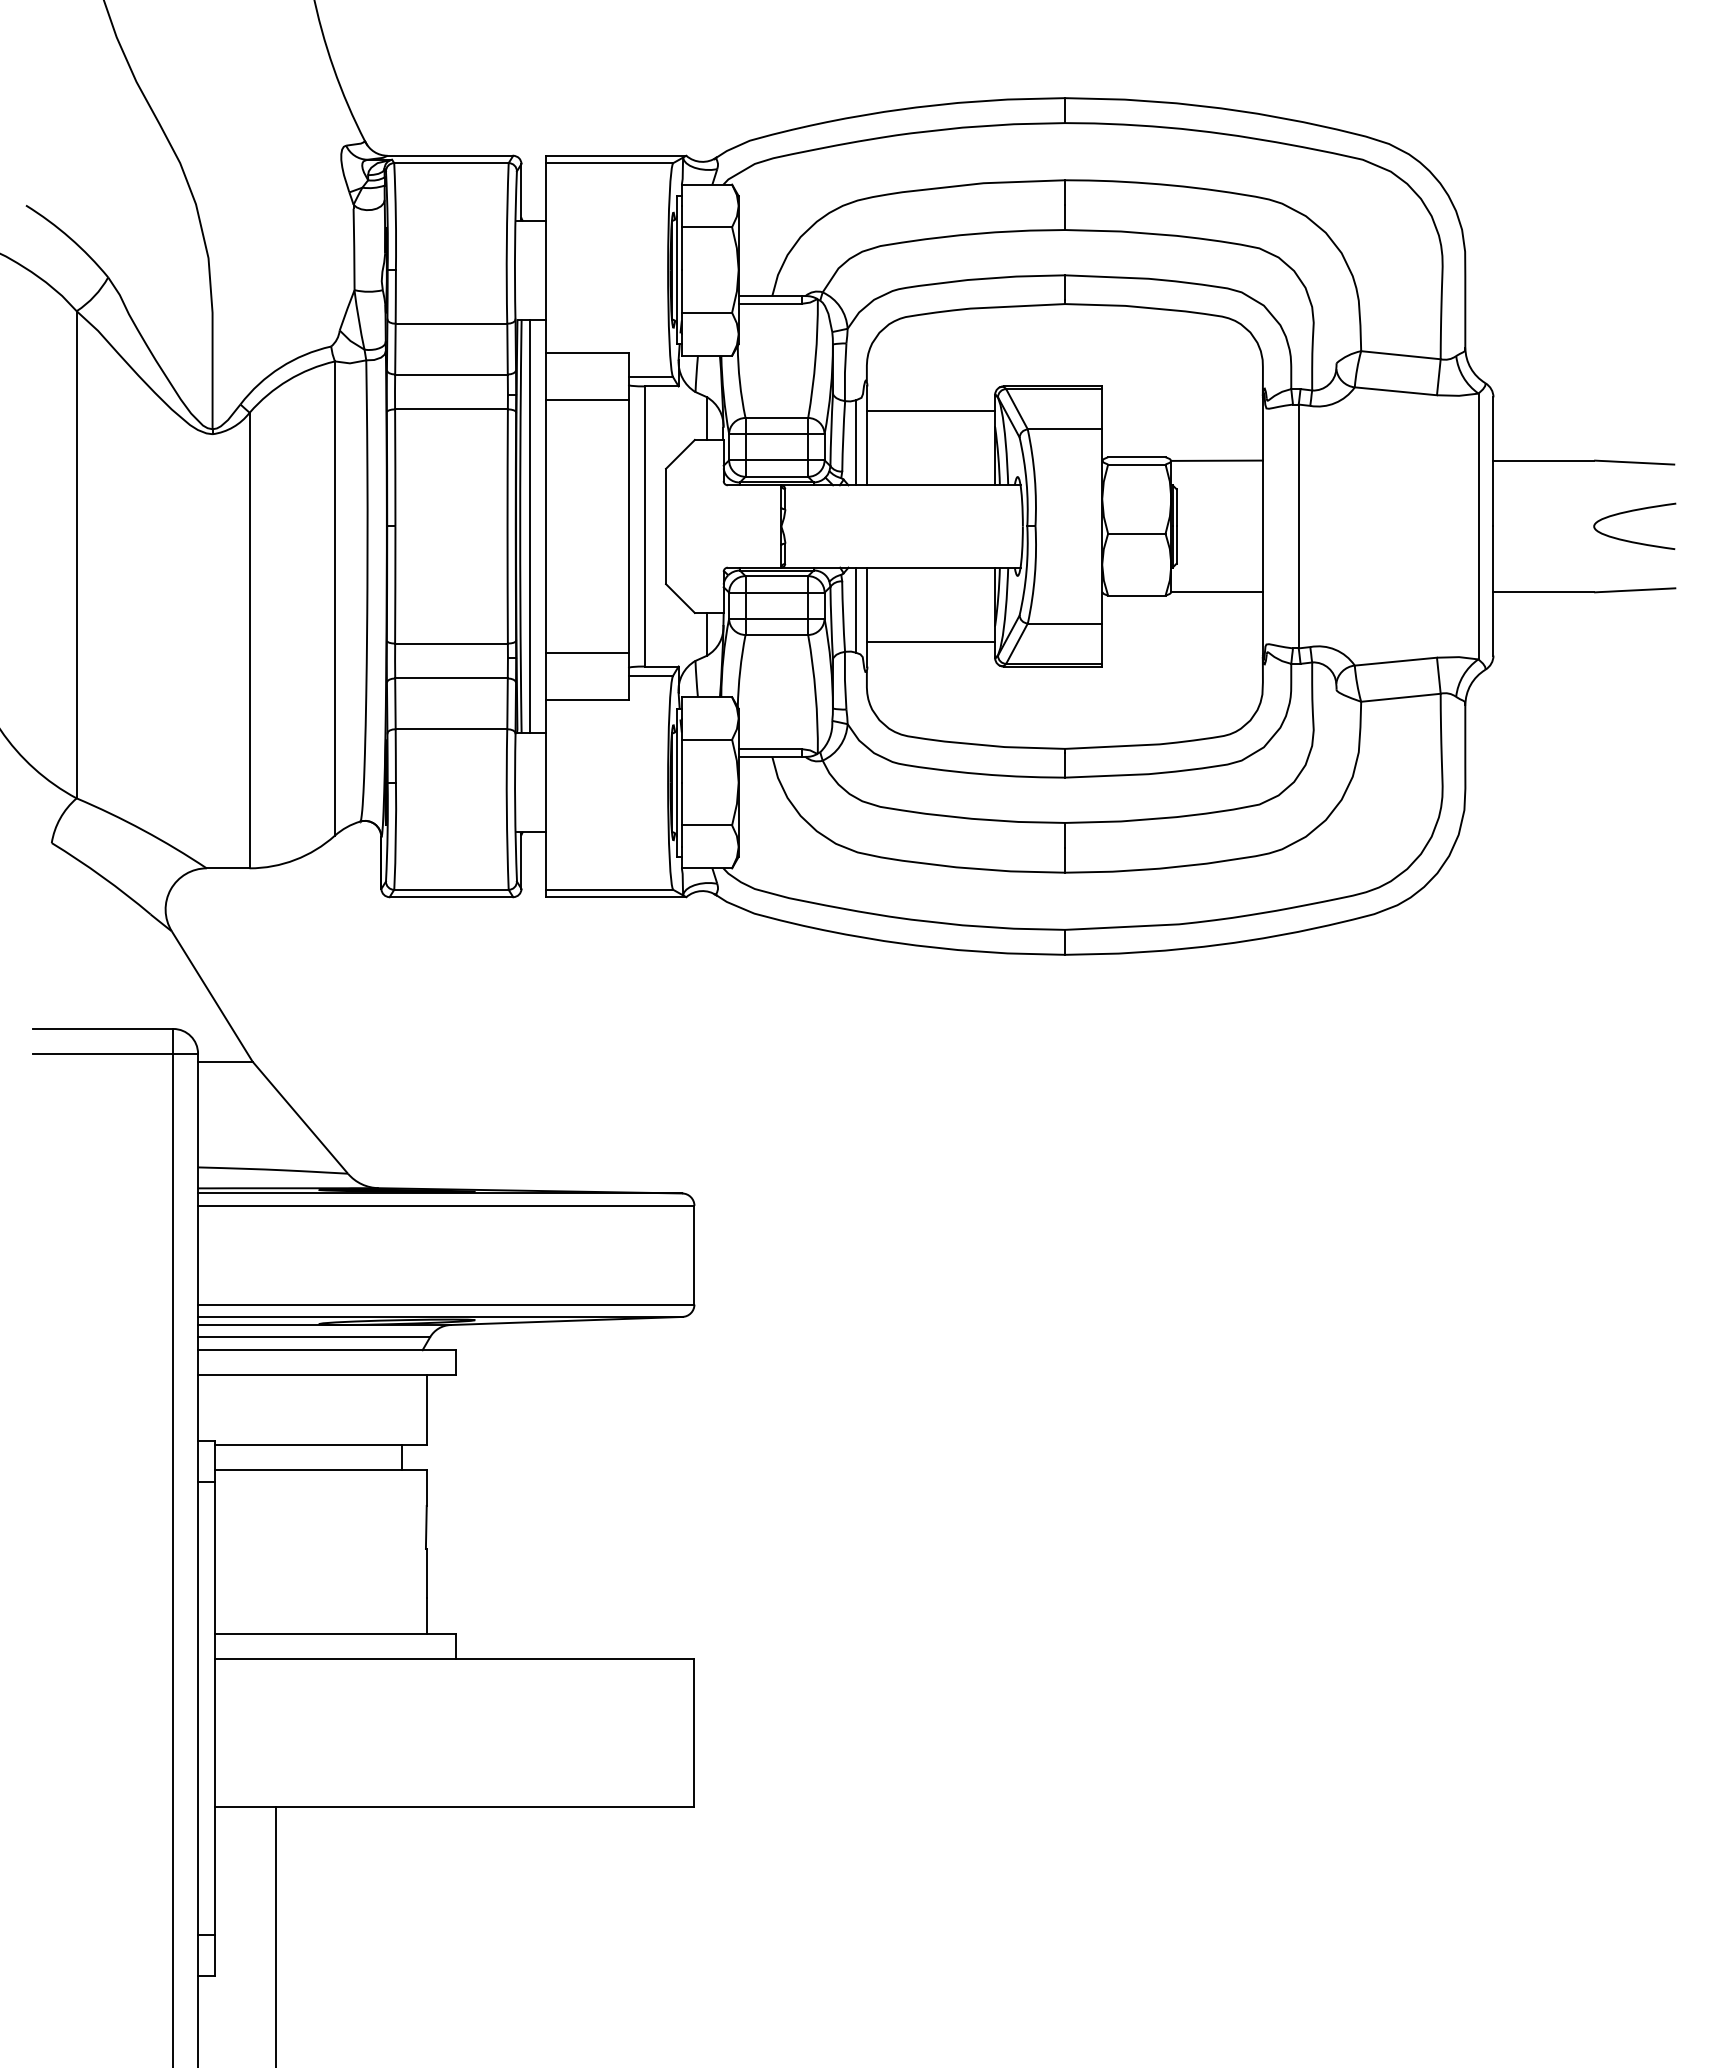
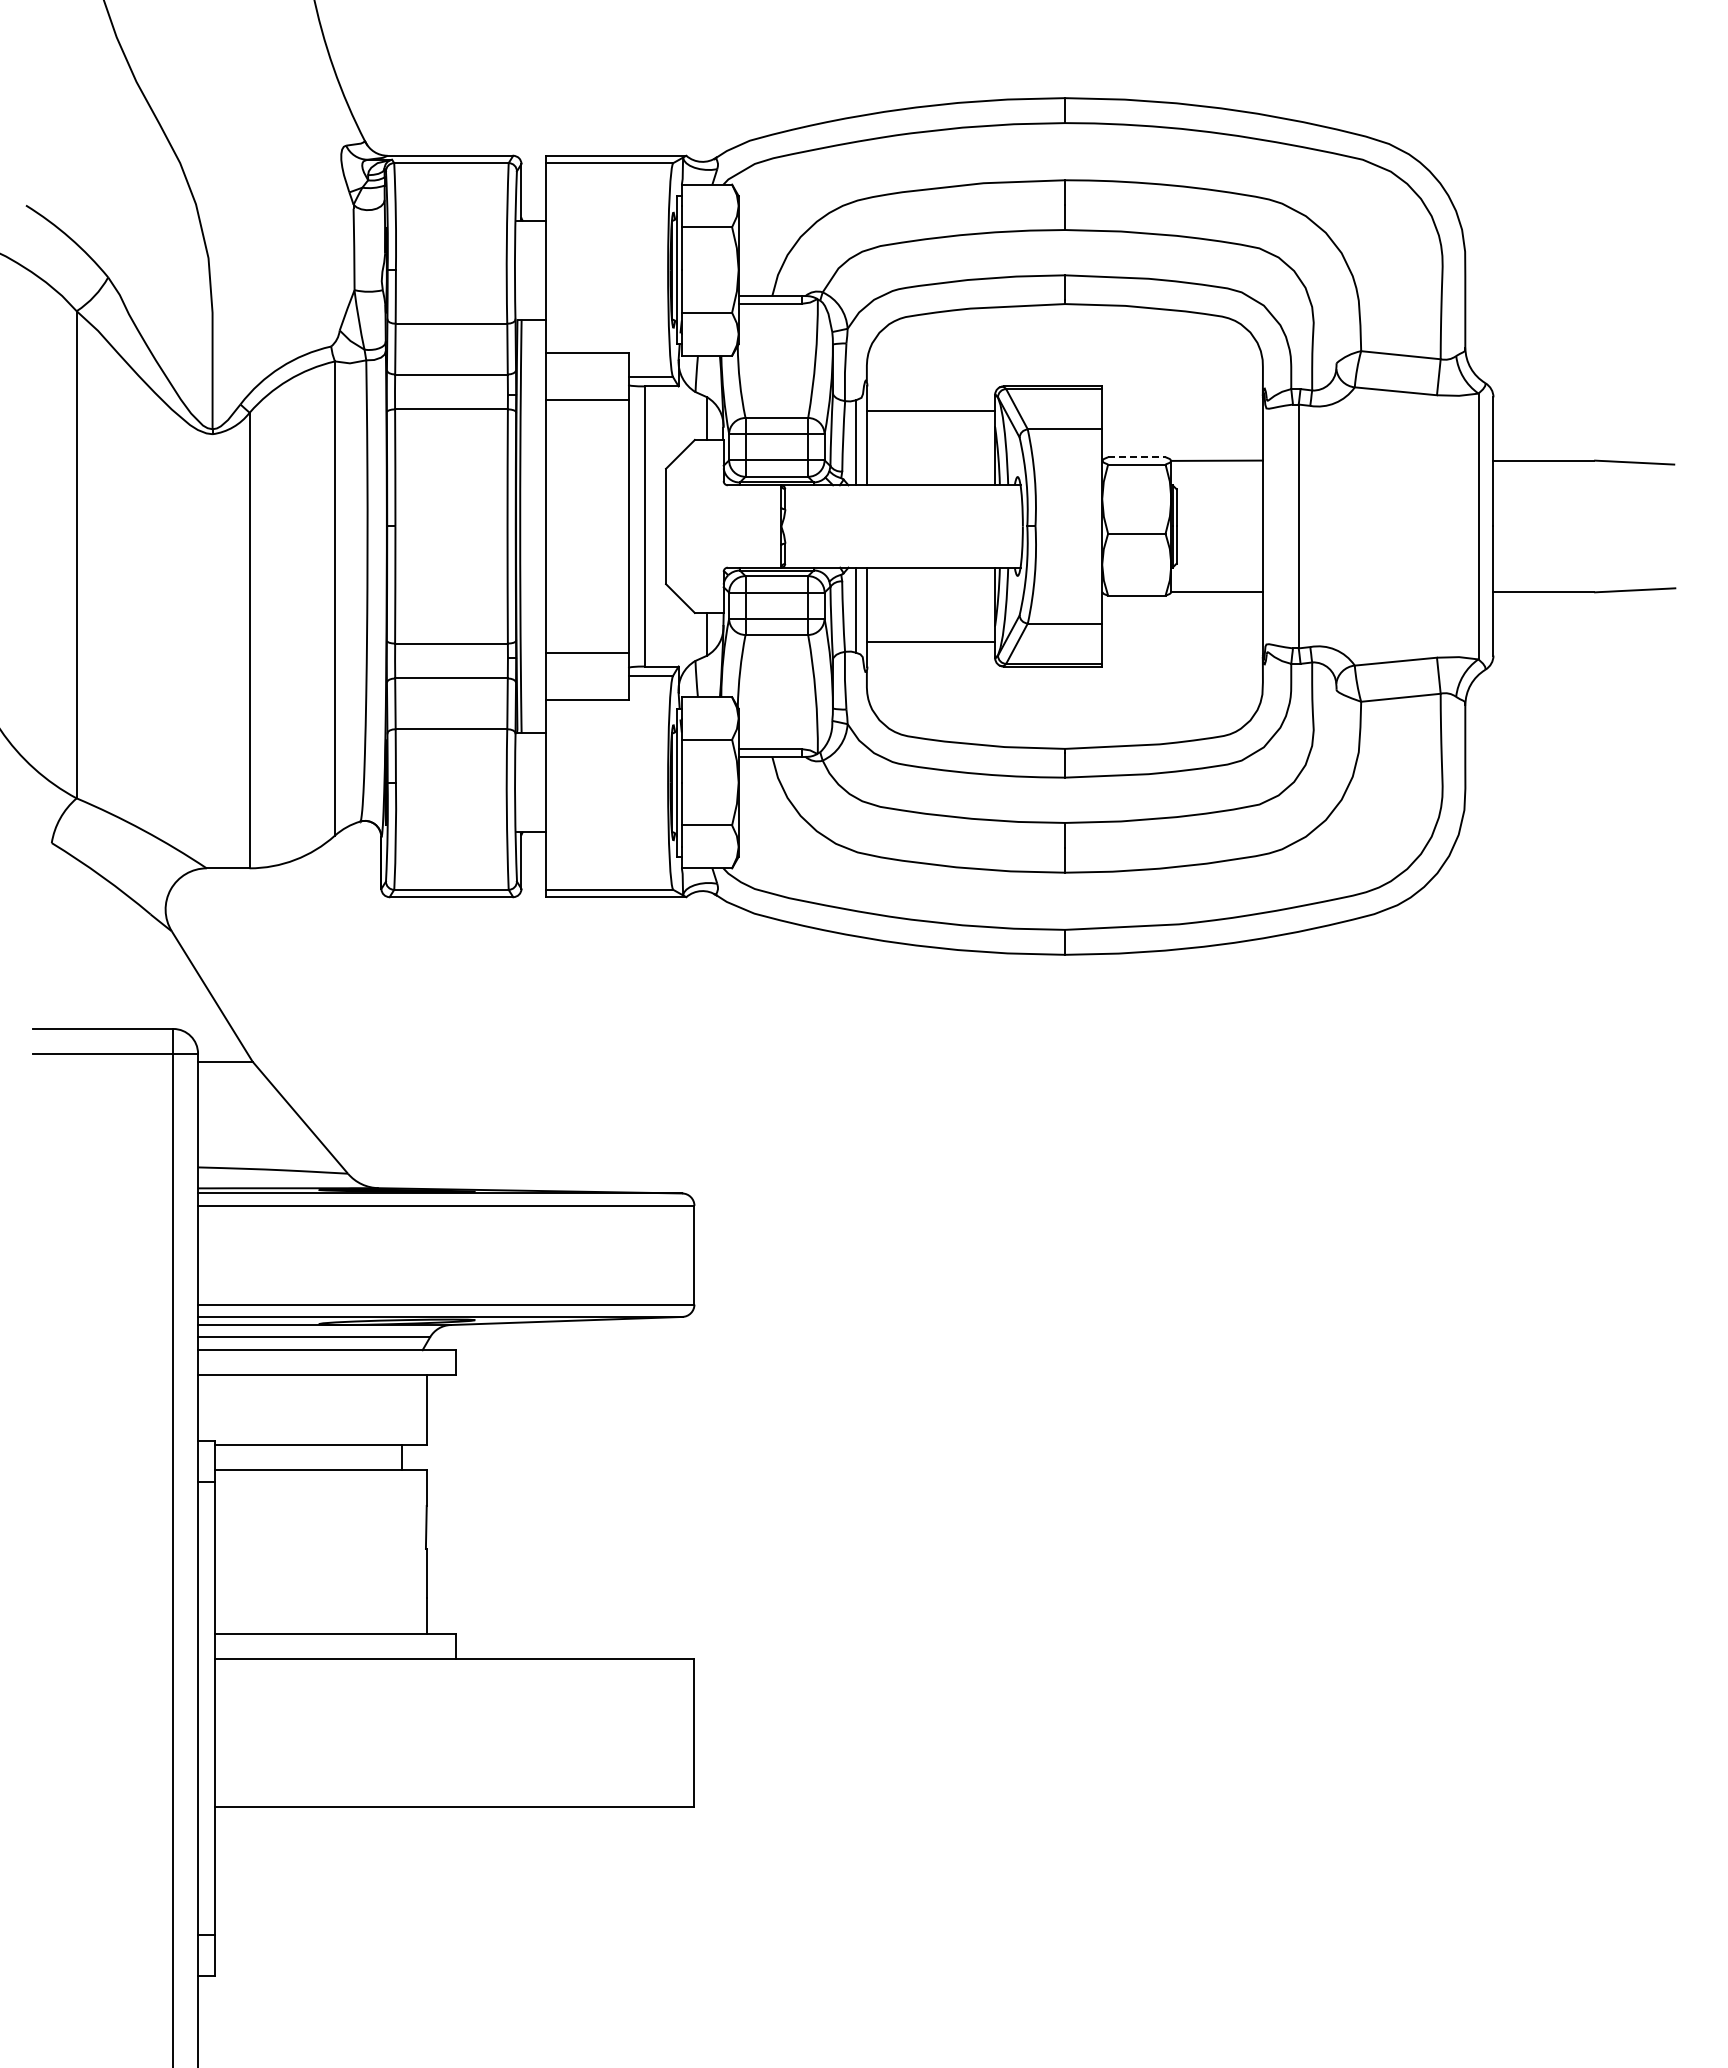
line at (1136, 457): solid -> dashed
curve at (1629, 512): present -> none
line at (529, 526): present -> none
line at (275, 1935): present -> none
